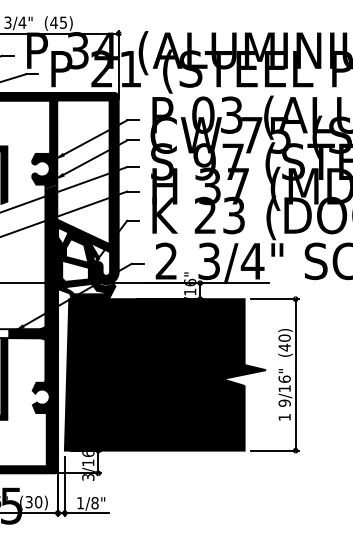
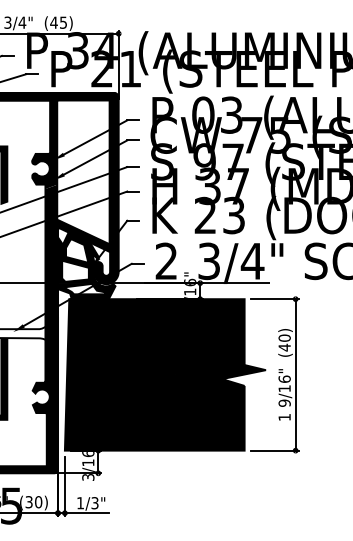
fill at (26, 333): present -> none
text at (94, 503): 1/8" -> 1/3"
